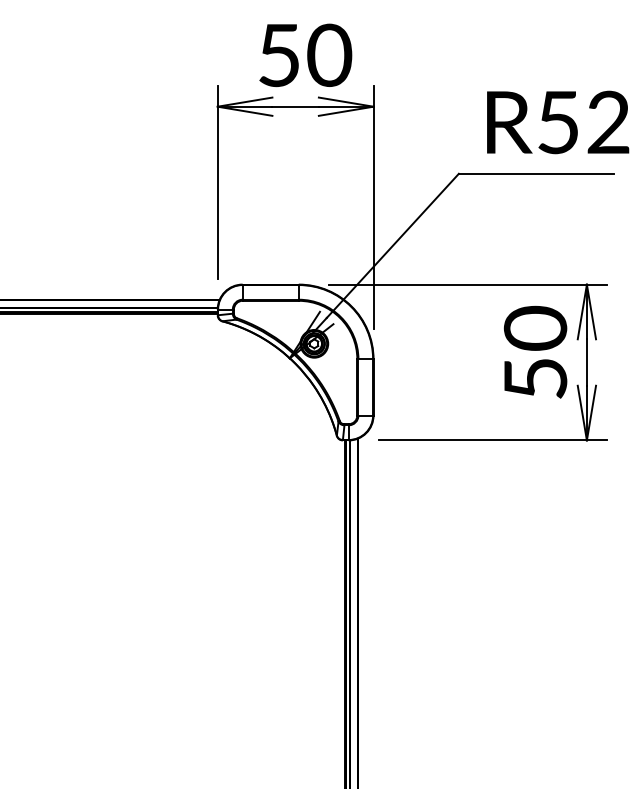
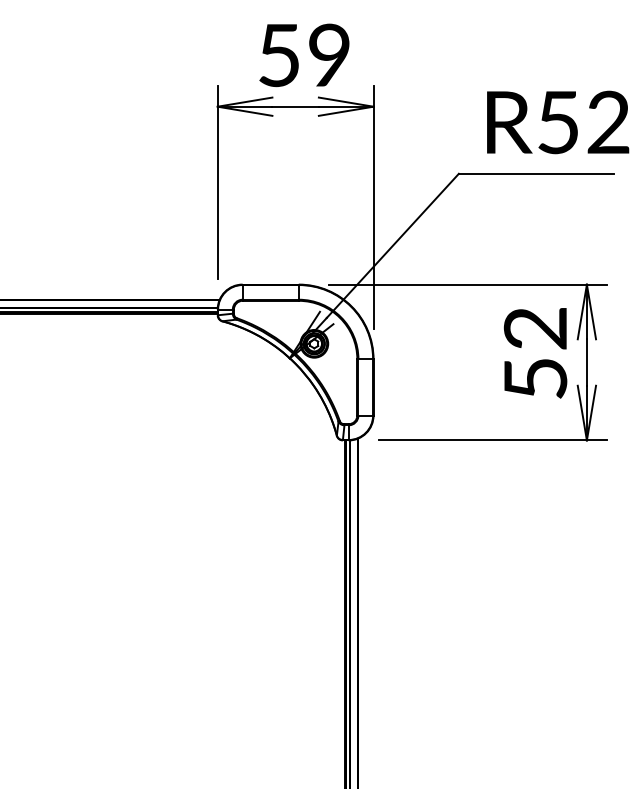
text at (329, 55): 50 -> 59
text at (535, 327): 50 -> 52
